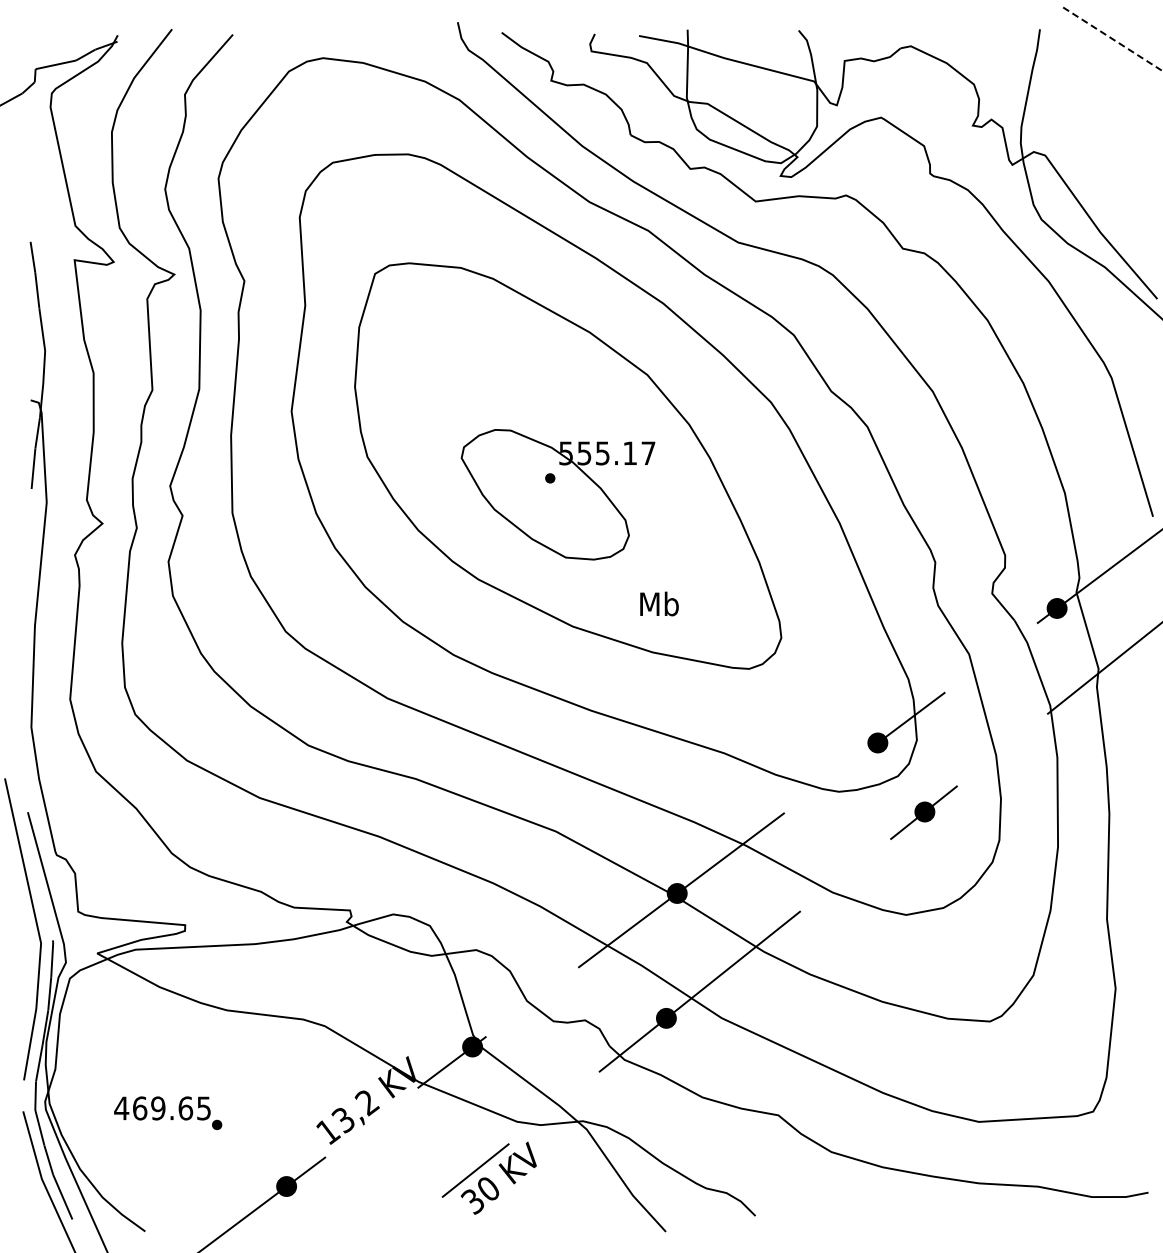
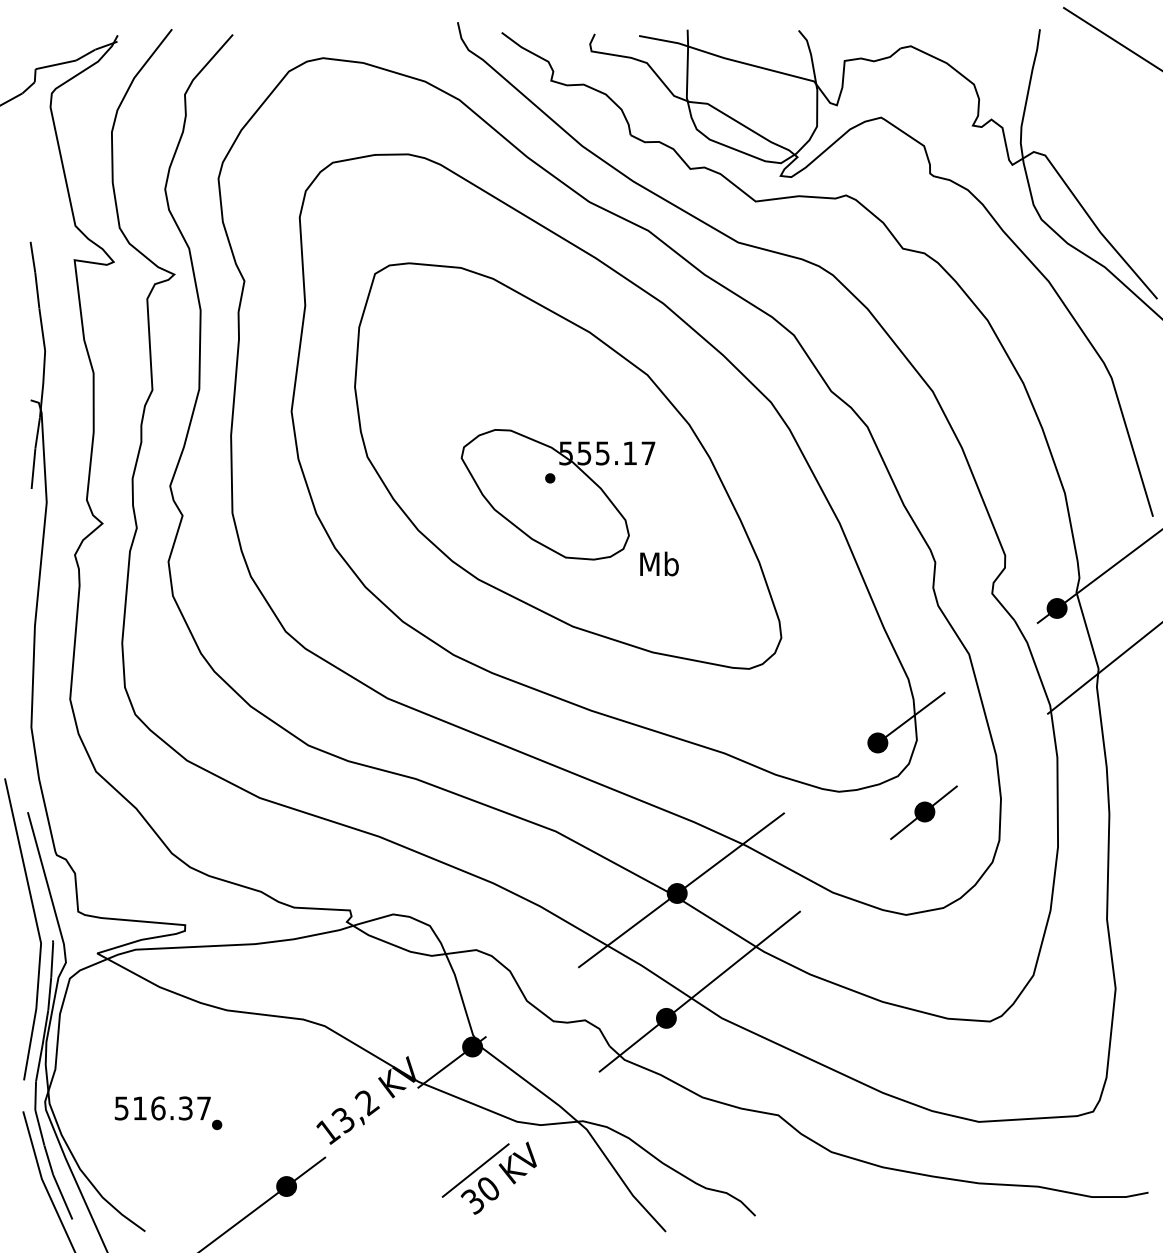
line at (1112, 39): dashed -> solid
text at (659, 603) position: (659, 603) -> (659, 563)
text at (162, 1108): 469.65 -> 516.37
